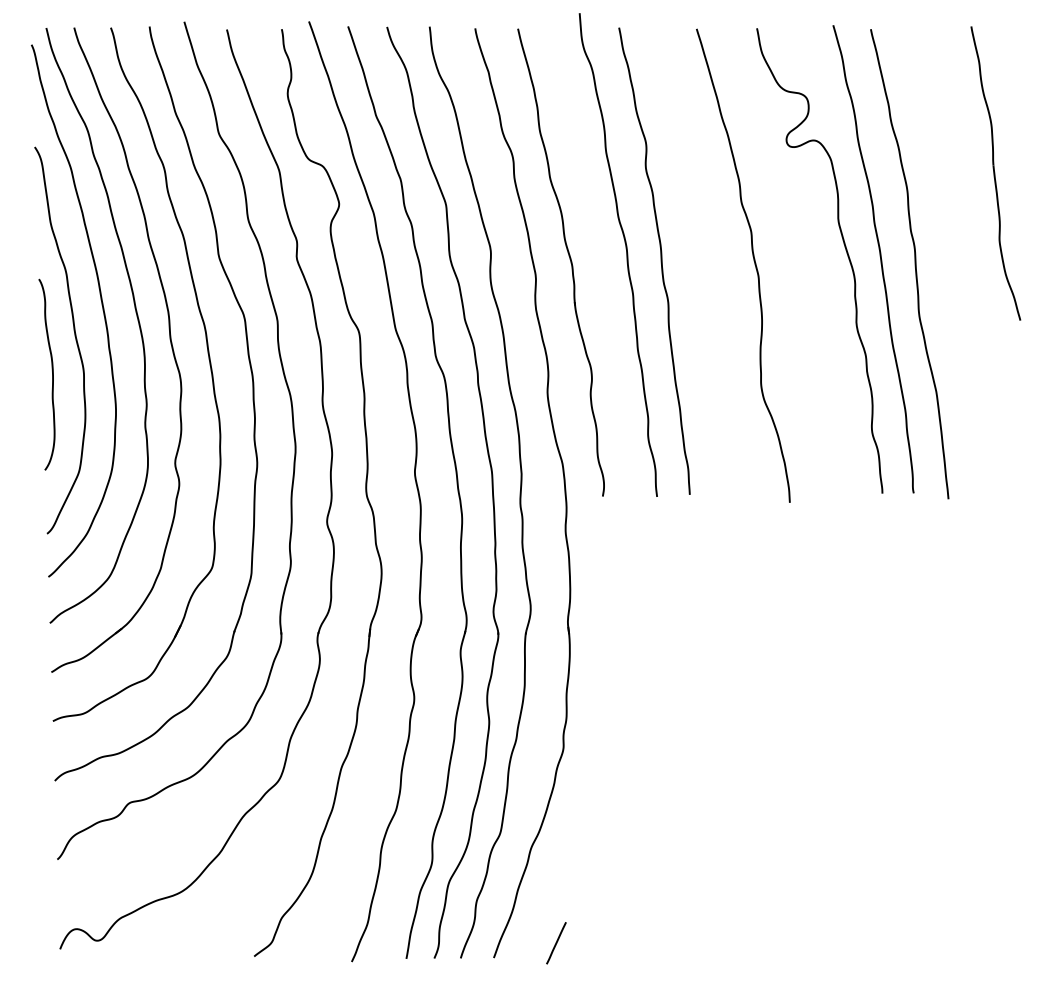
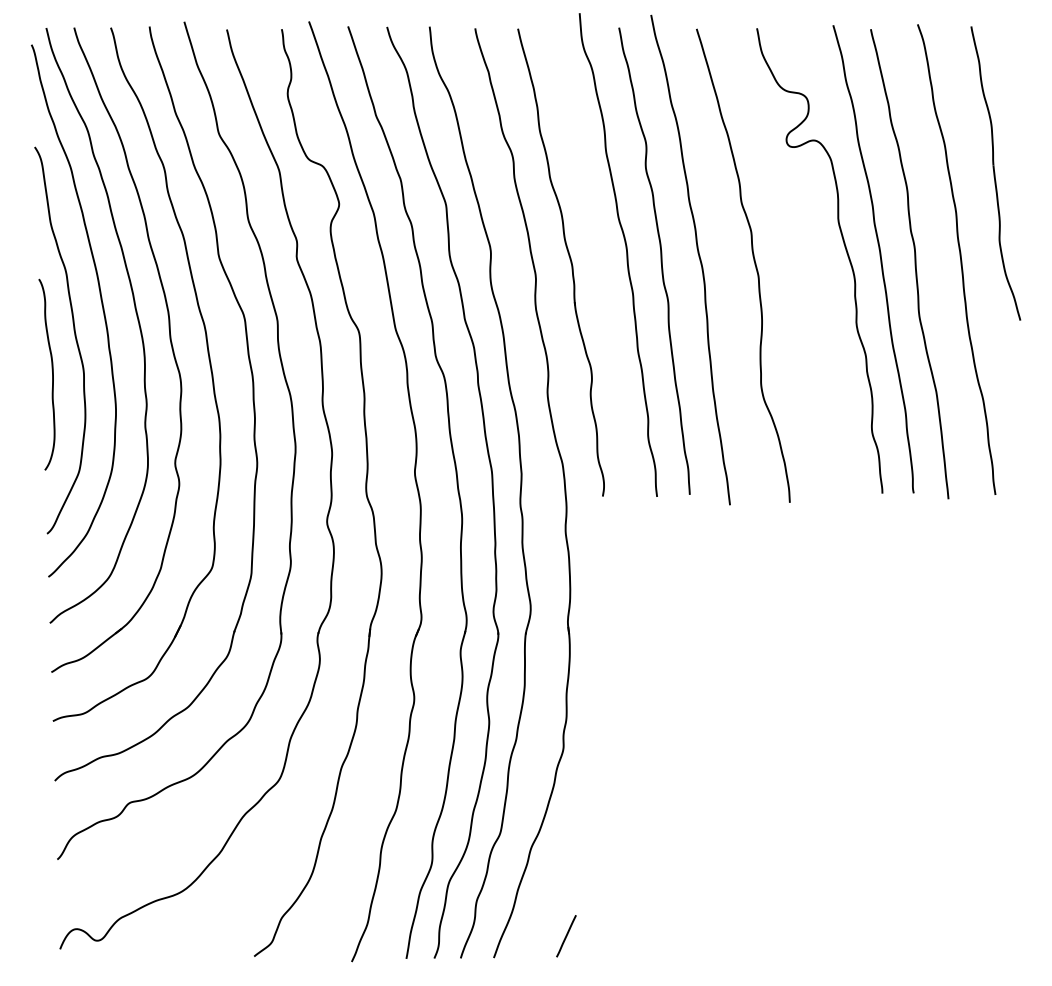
curve at (698, 257): none -> present
curve at (960, 259): none -> present
line at (556, 943) position: (556, 943) -> (566, 936)
